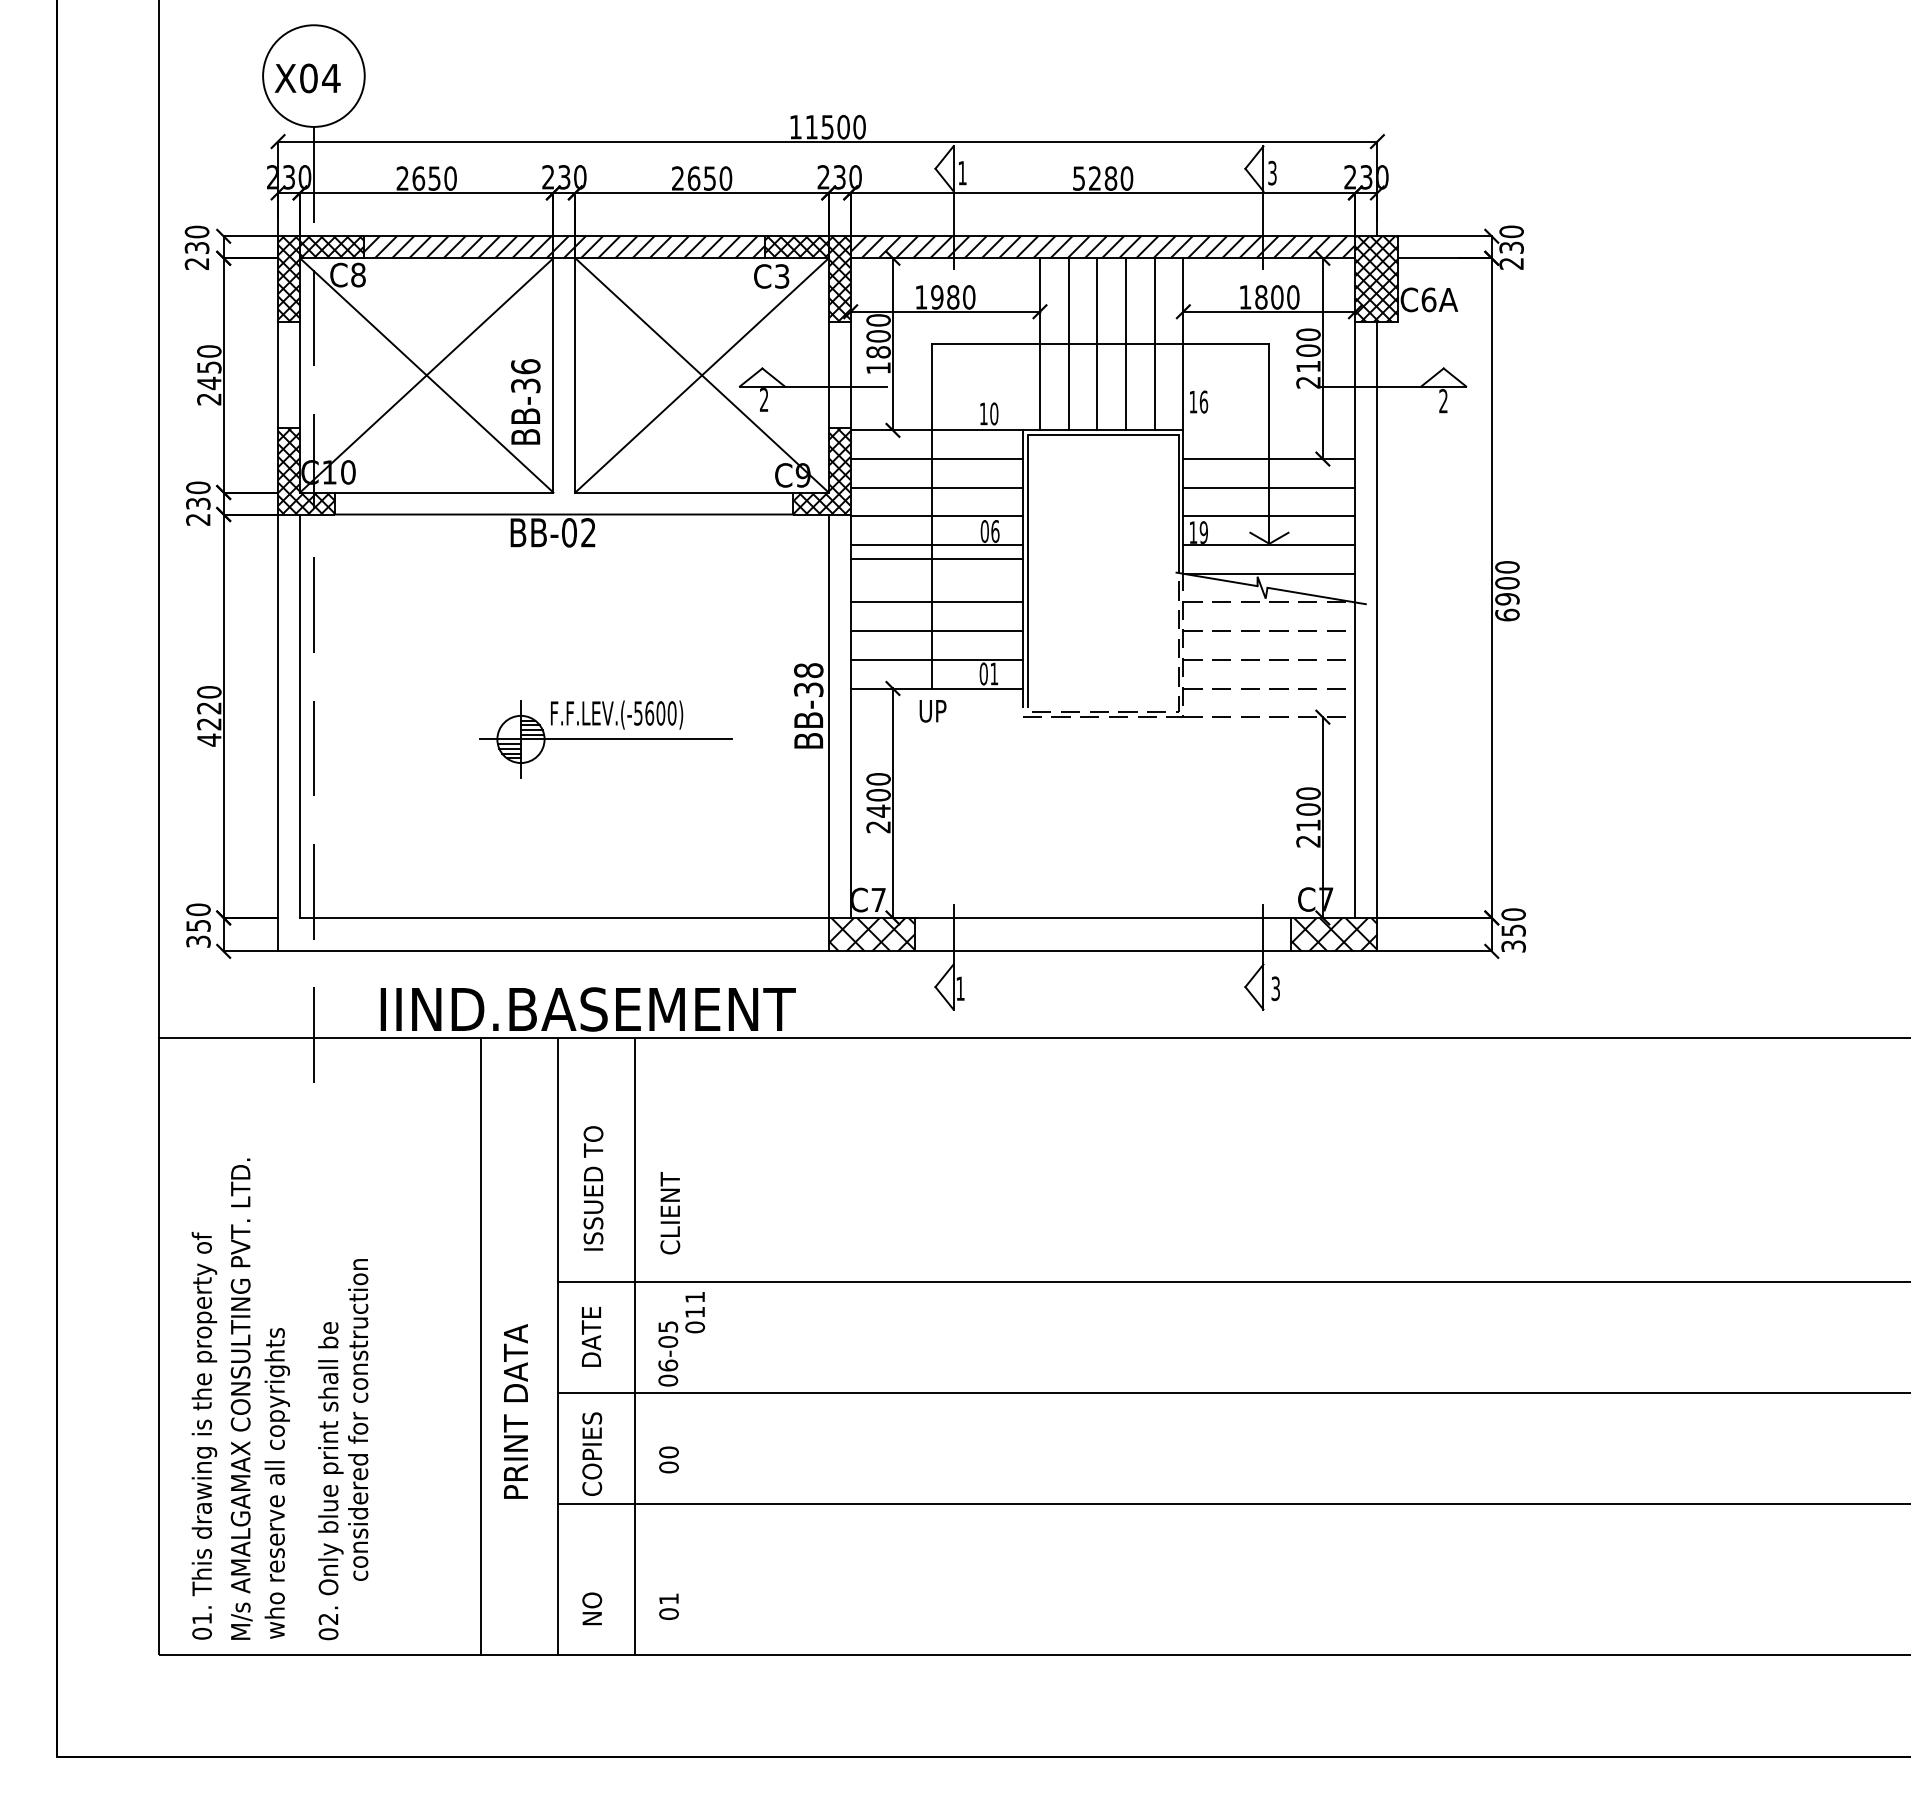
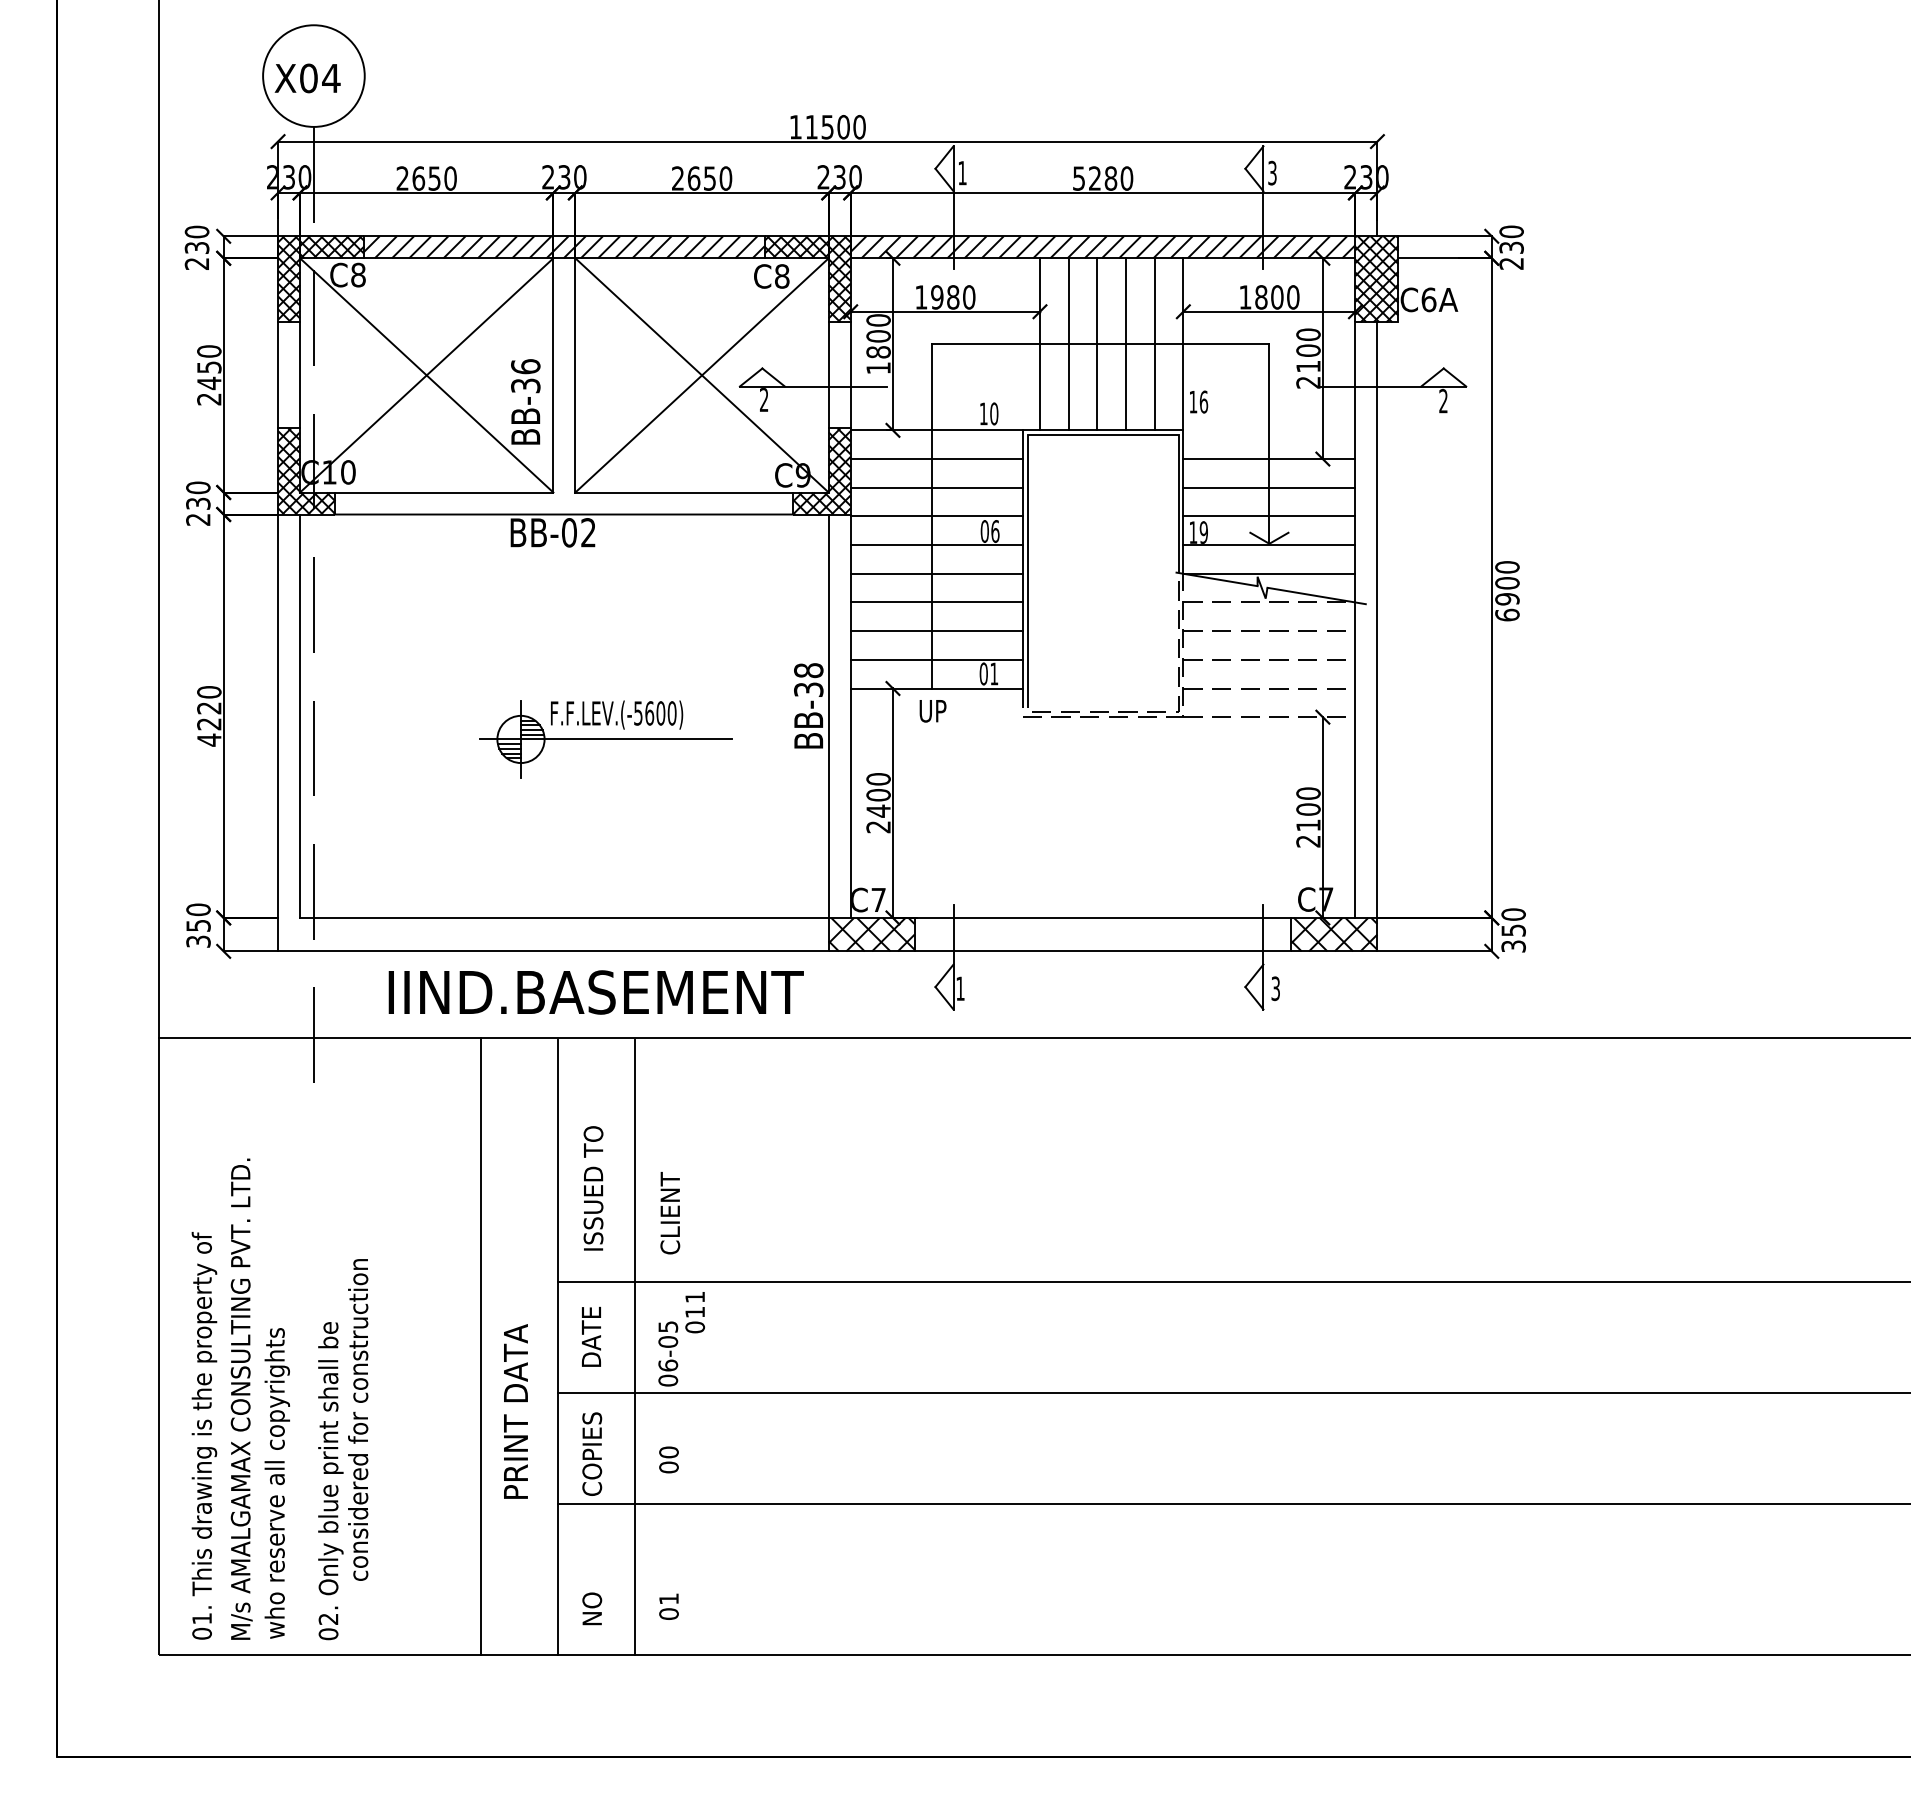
text at (782, 276): C3 -> C8
line at (936, 558) position: (936, 558) -> (936, 573)
text at (587, 1009) position: (587, 1009) -> (595, 992)
